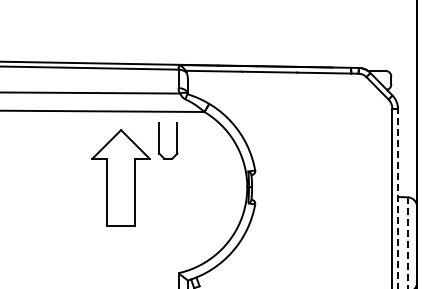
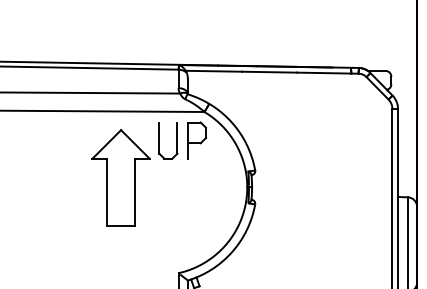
part at (196, 140): none -> present
line at (398, 198): dashed -> solid
line at (407, 243): dashed -> solid
